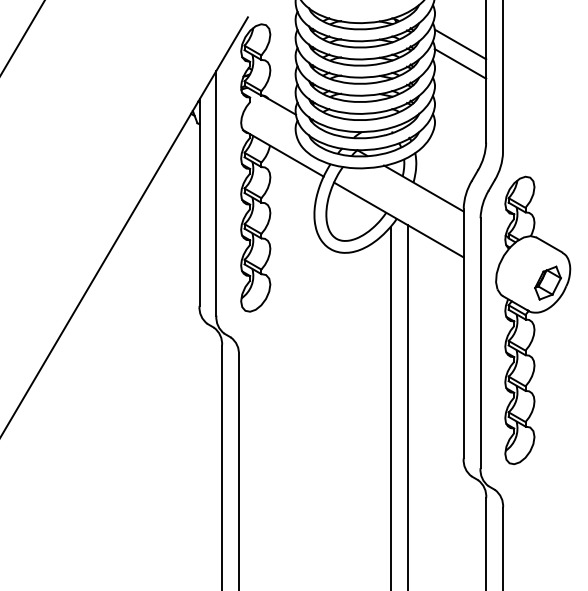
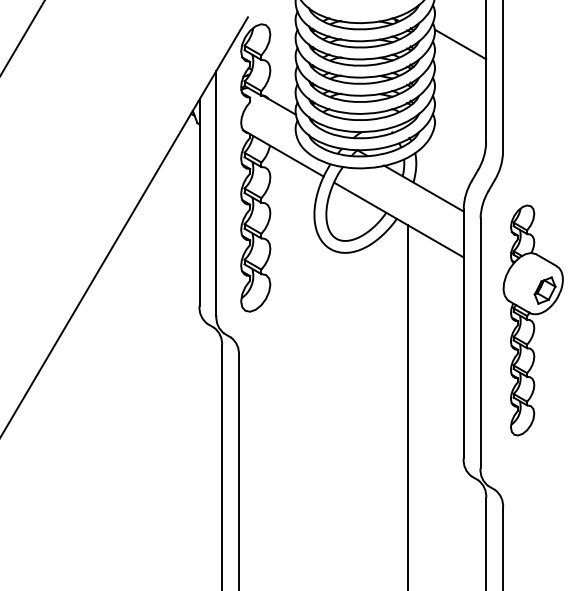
line at (460, 63): present -> none
part at (533, 320) size: 77x291 px -> 62x233 px
line at (390, 406): present -> none
